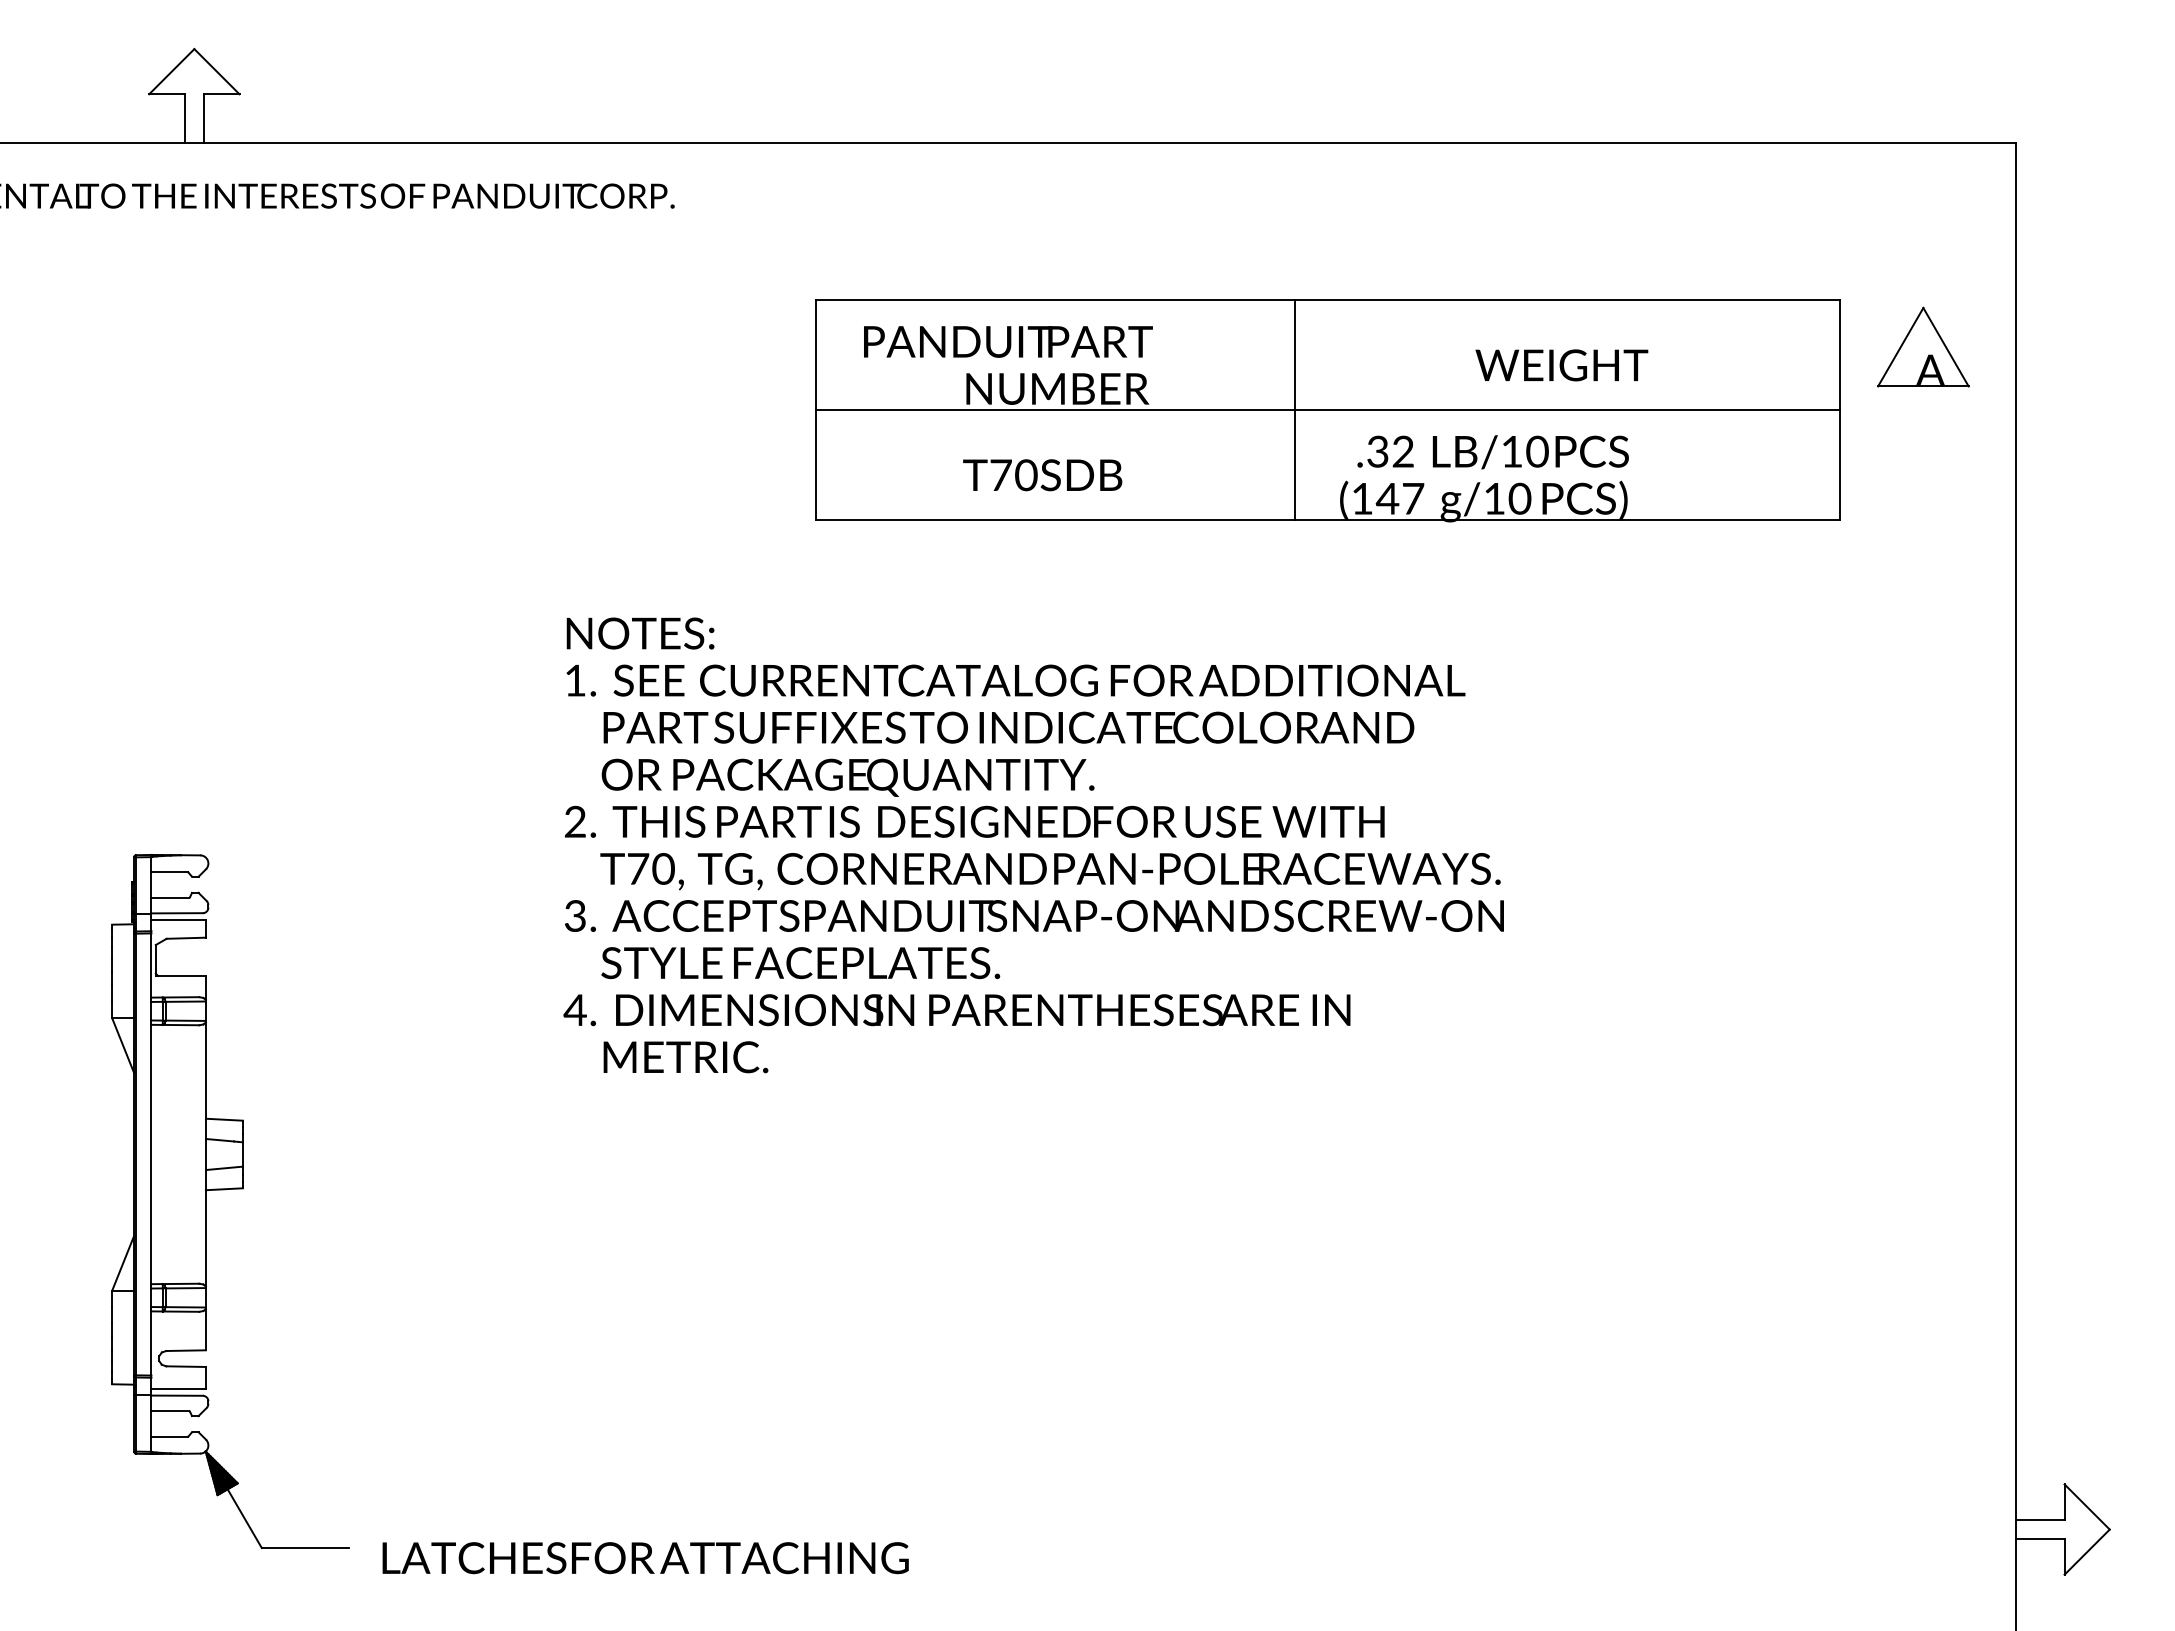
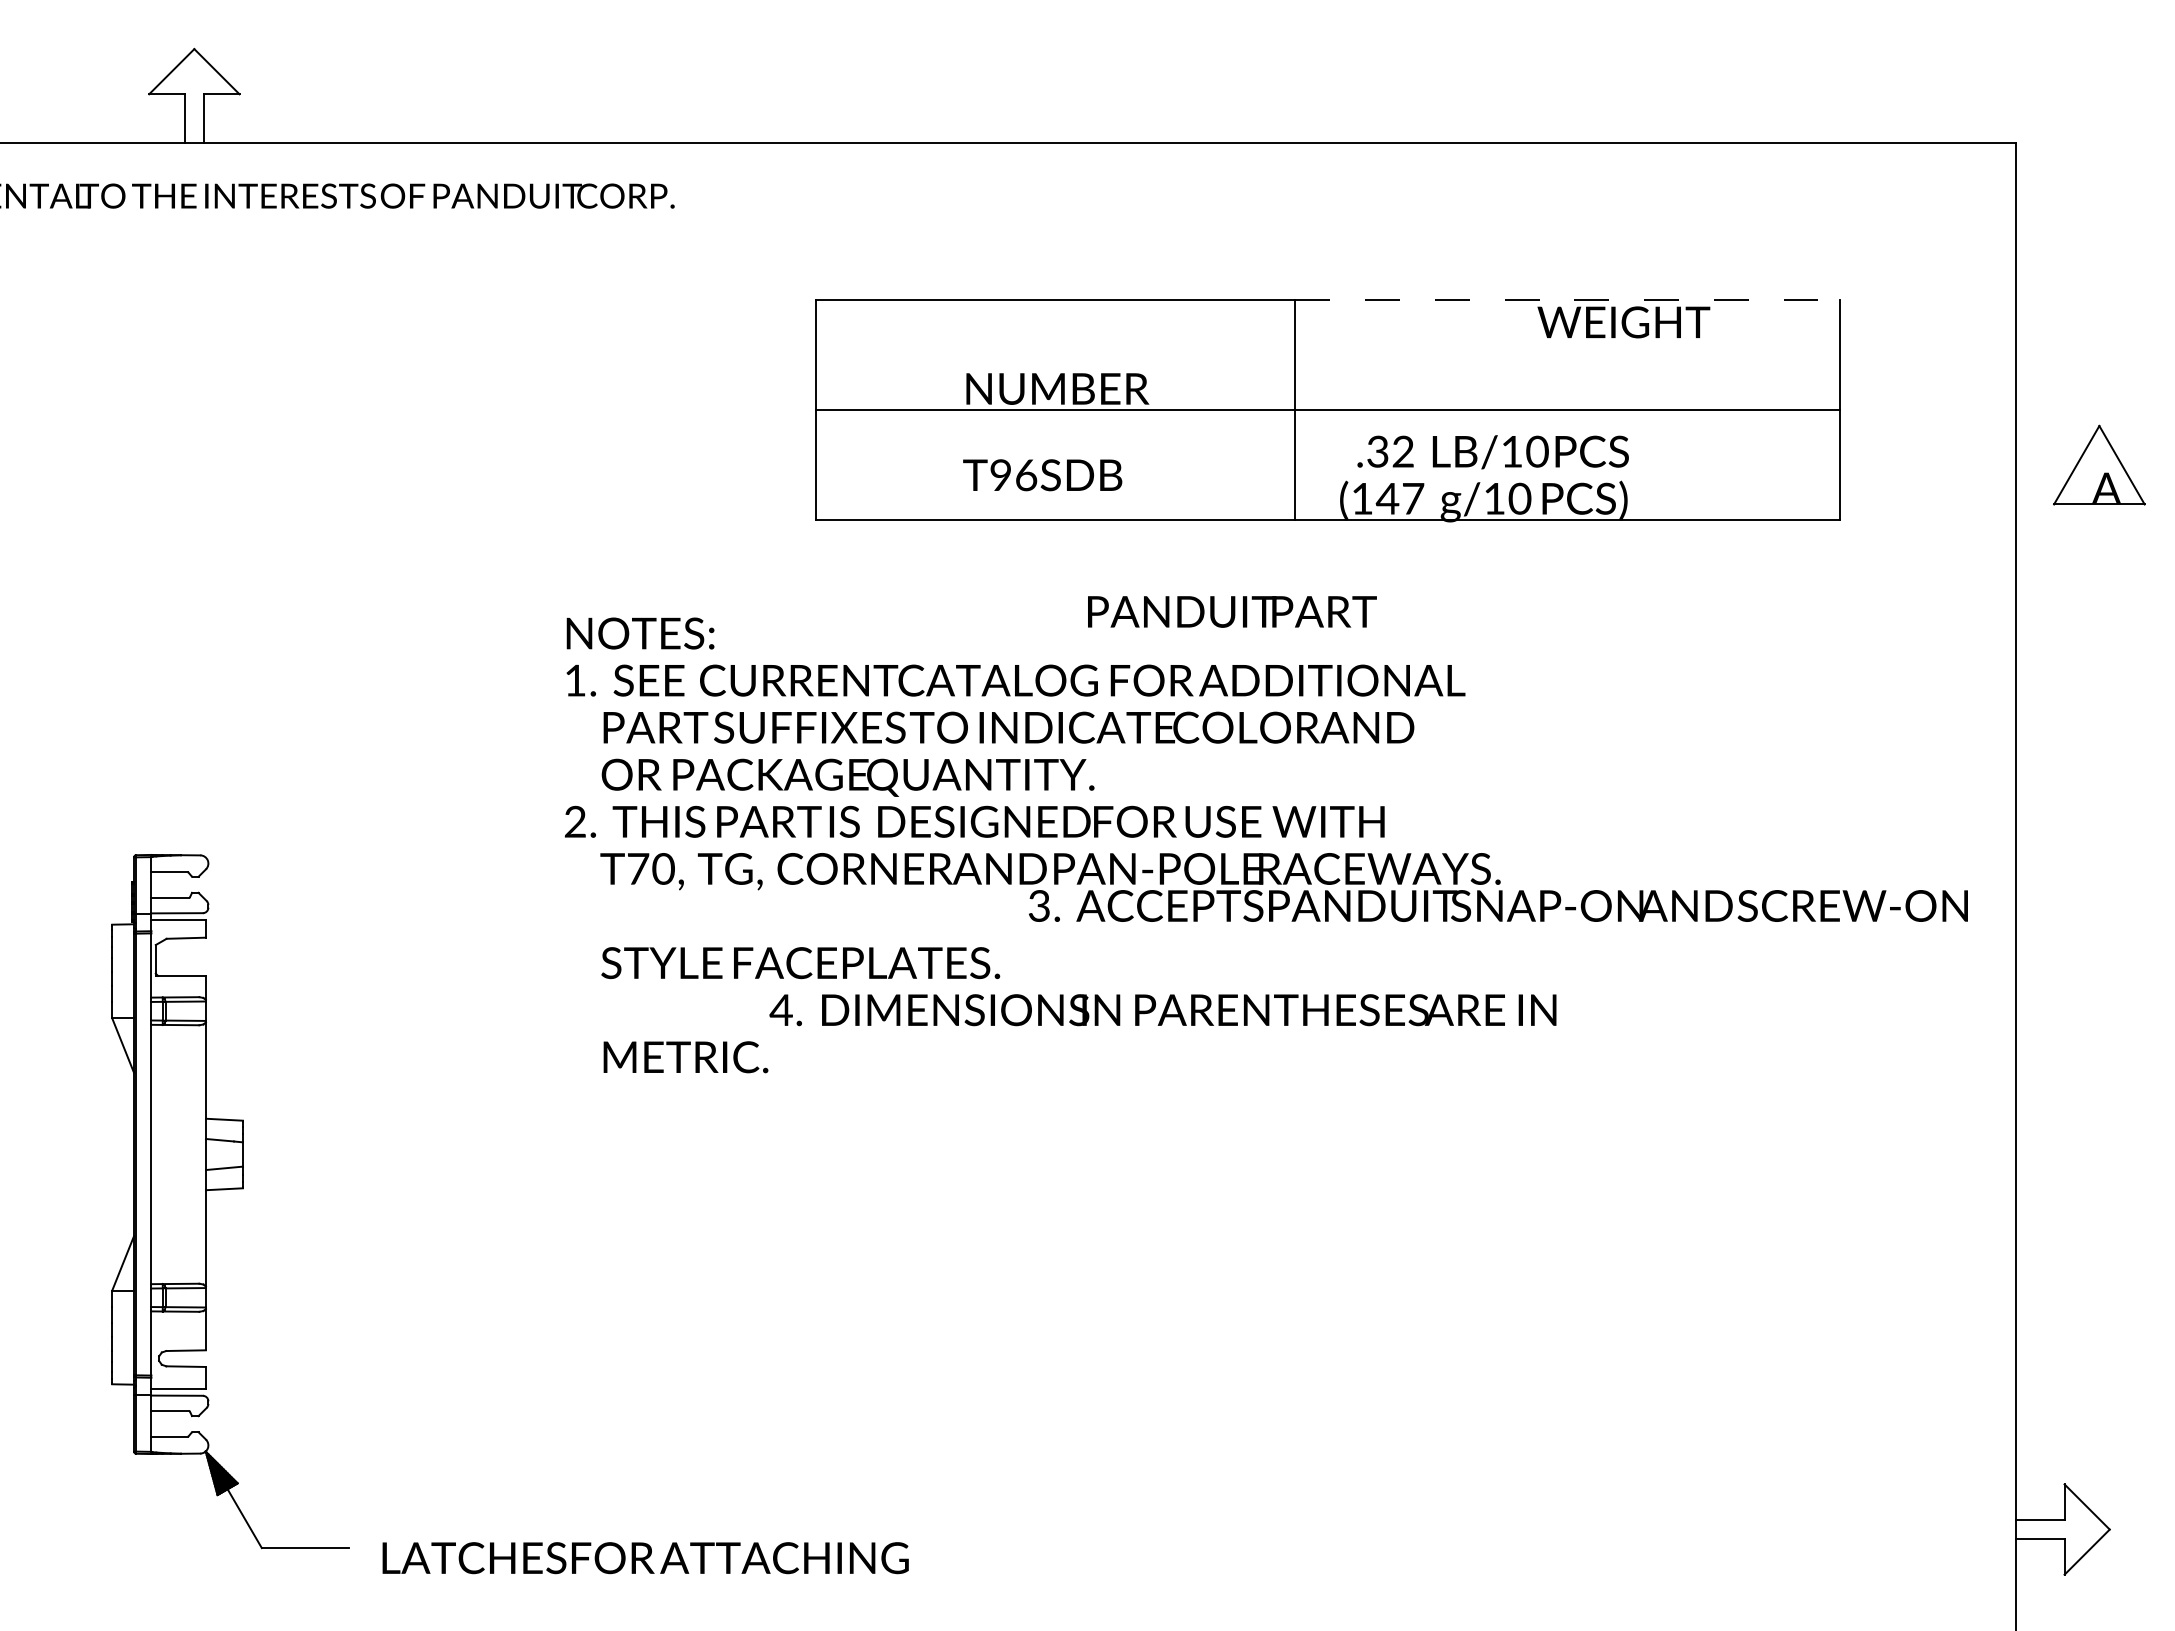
line at (1568, 300): solid -> dashed
text at (1008, 341) position: (1008, 341) -> (1232, 611)
part at (1923, 346) position: (1923, 346) -> (2099, 464)
text at (1561, 365) position: (1561, 365) -> (1623, 322)
text at (1013, 474): T70SDB -> T96SDB
text at (1034, 915) position: (1034, 915) -> (1498, 905)
text at (956, 1010) position: (956, 1010) -> (1162, 1010)
